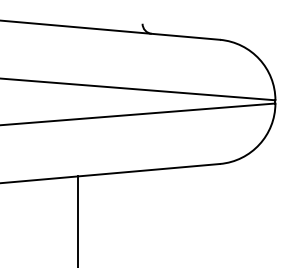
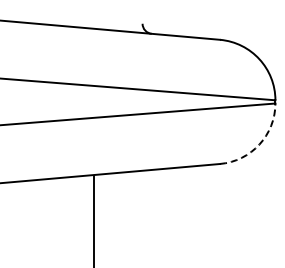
arc at (259, 144): solid -> dashed
line at (77, 220) position: (77, 220) -> (93, 220)
